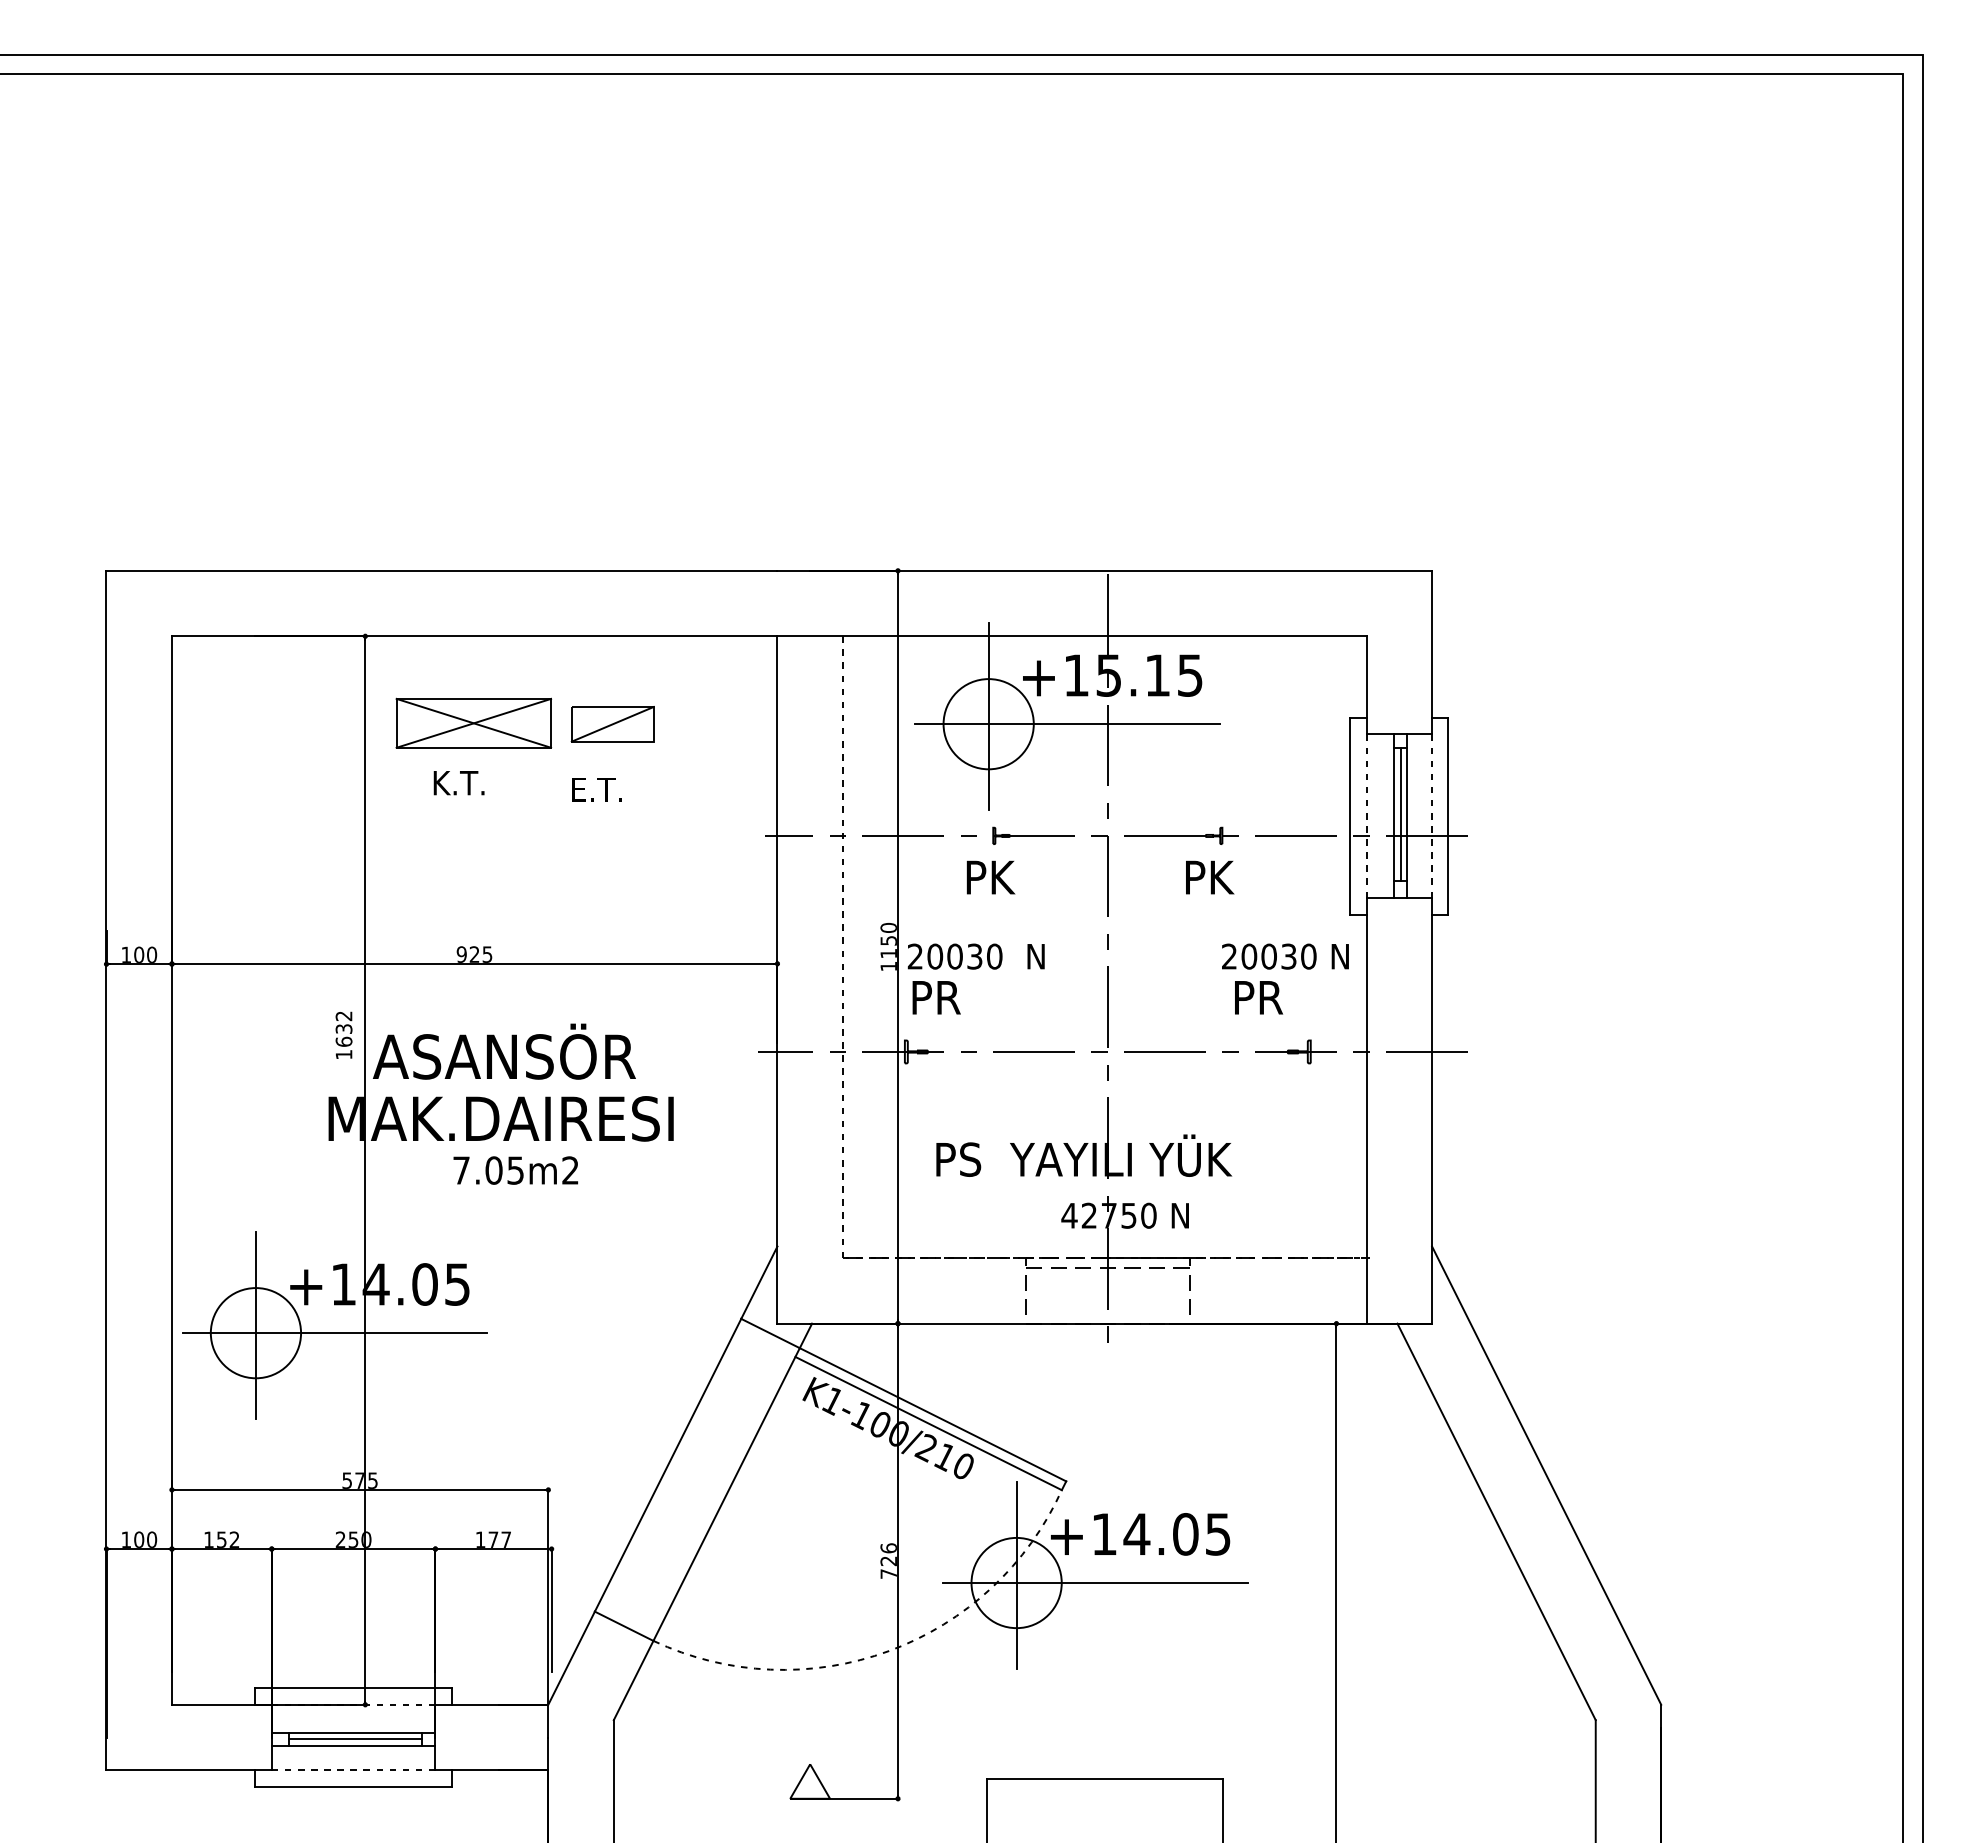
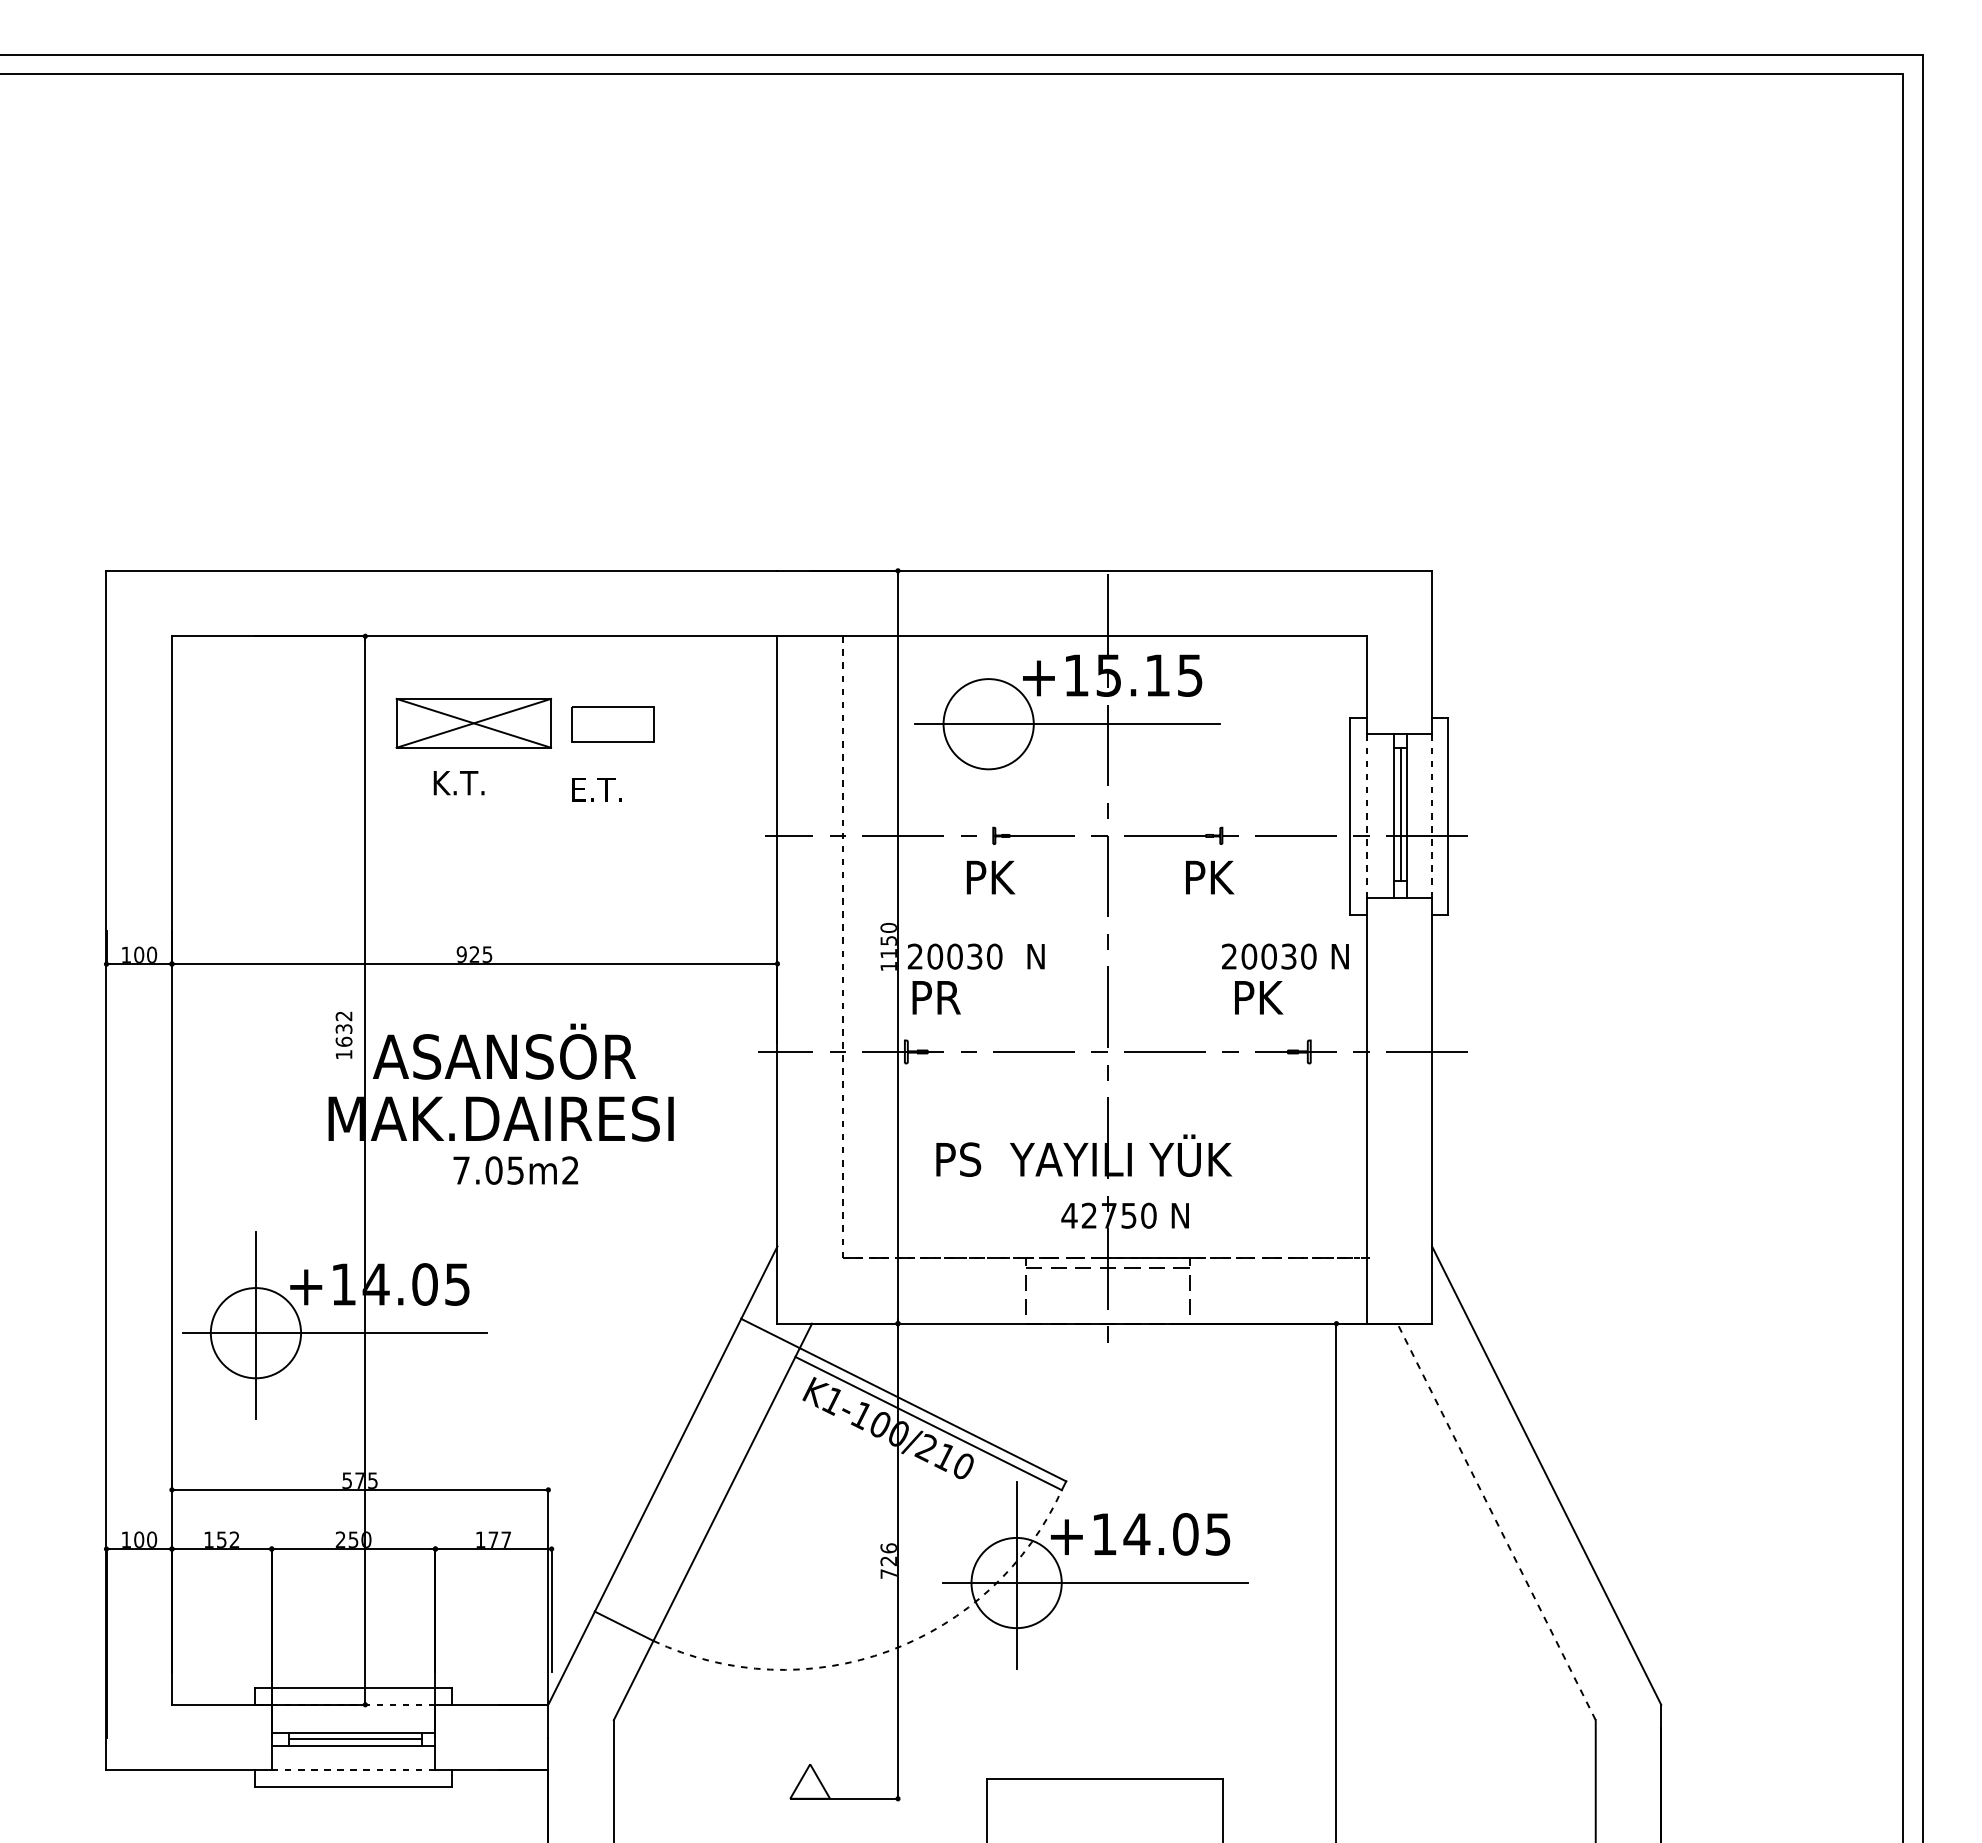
line at (988, 716): present -> none
line at (612, 723): present -> none
text at (1273, 997): PR -> PK
line at (1496, 1521): solid -> dashed
